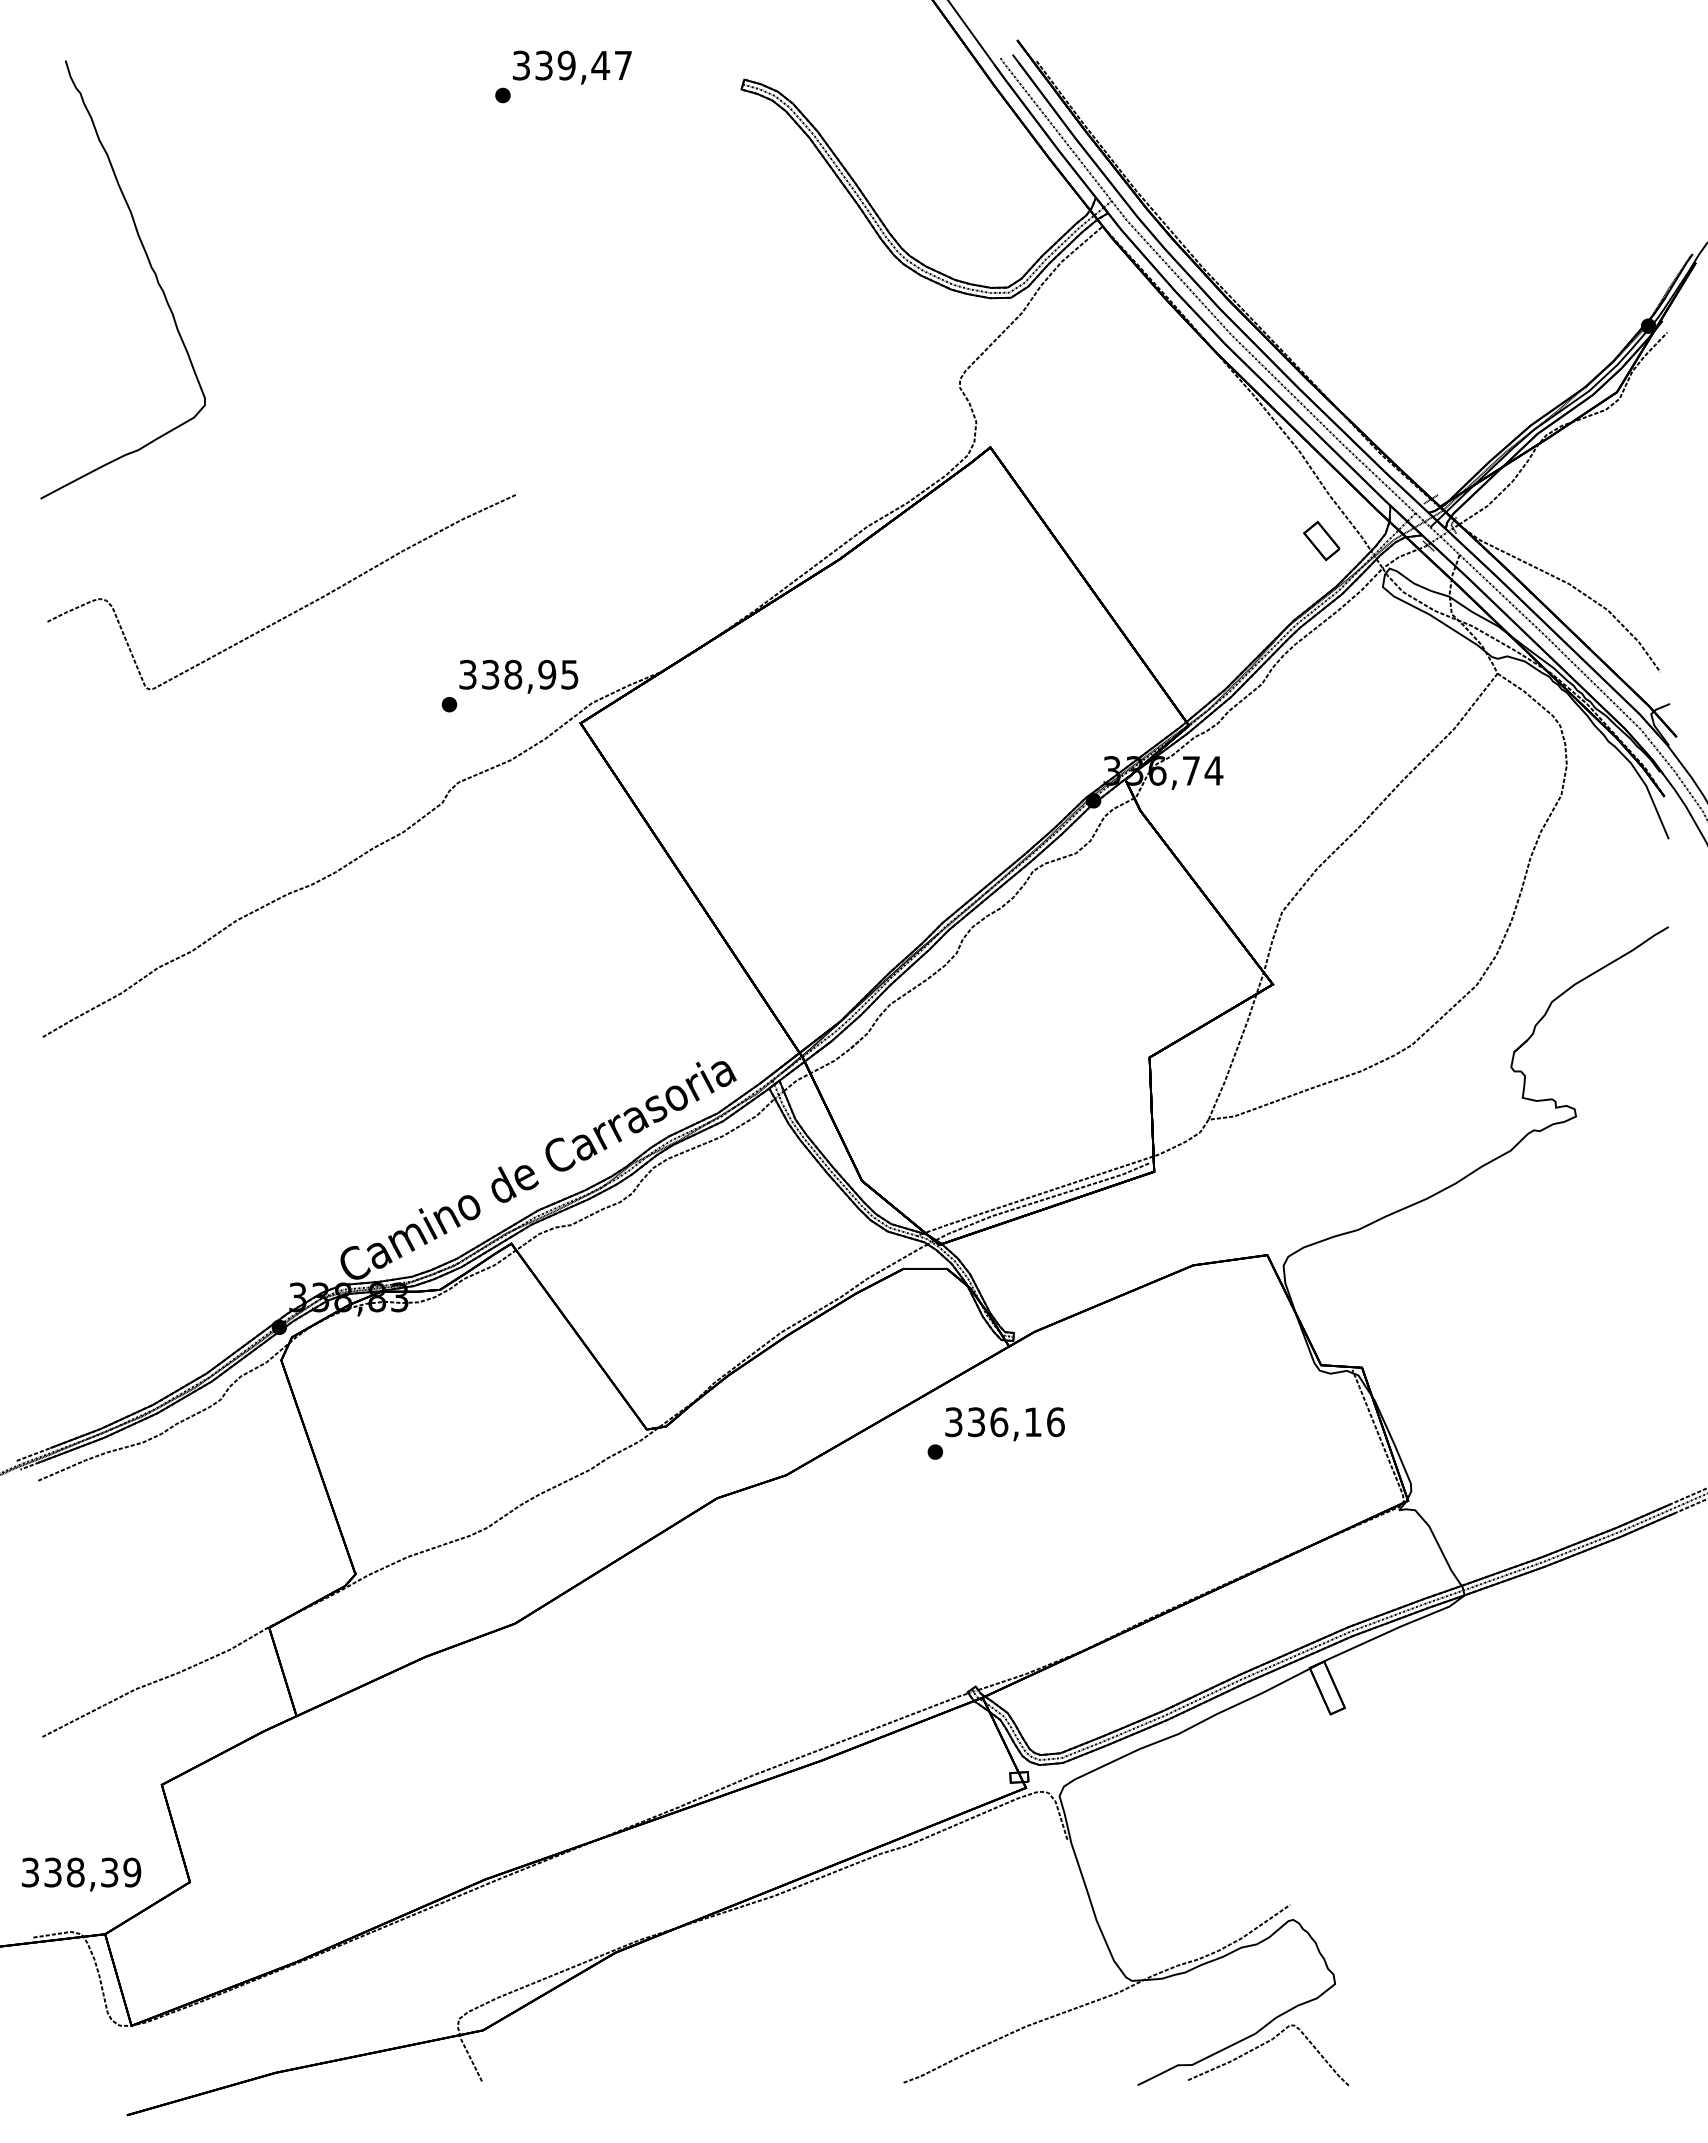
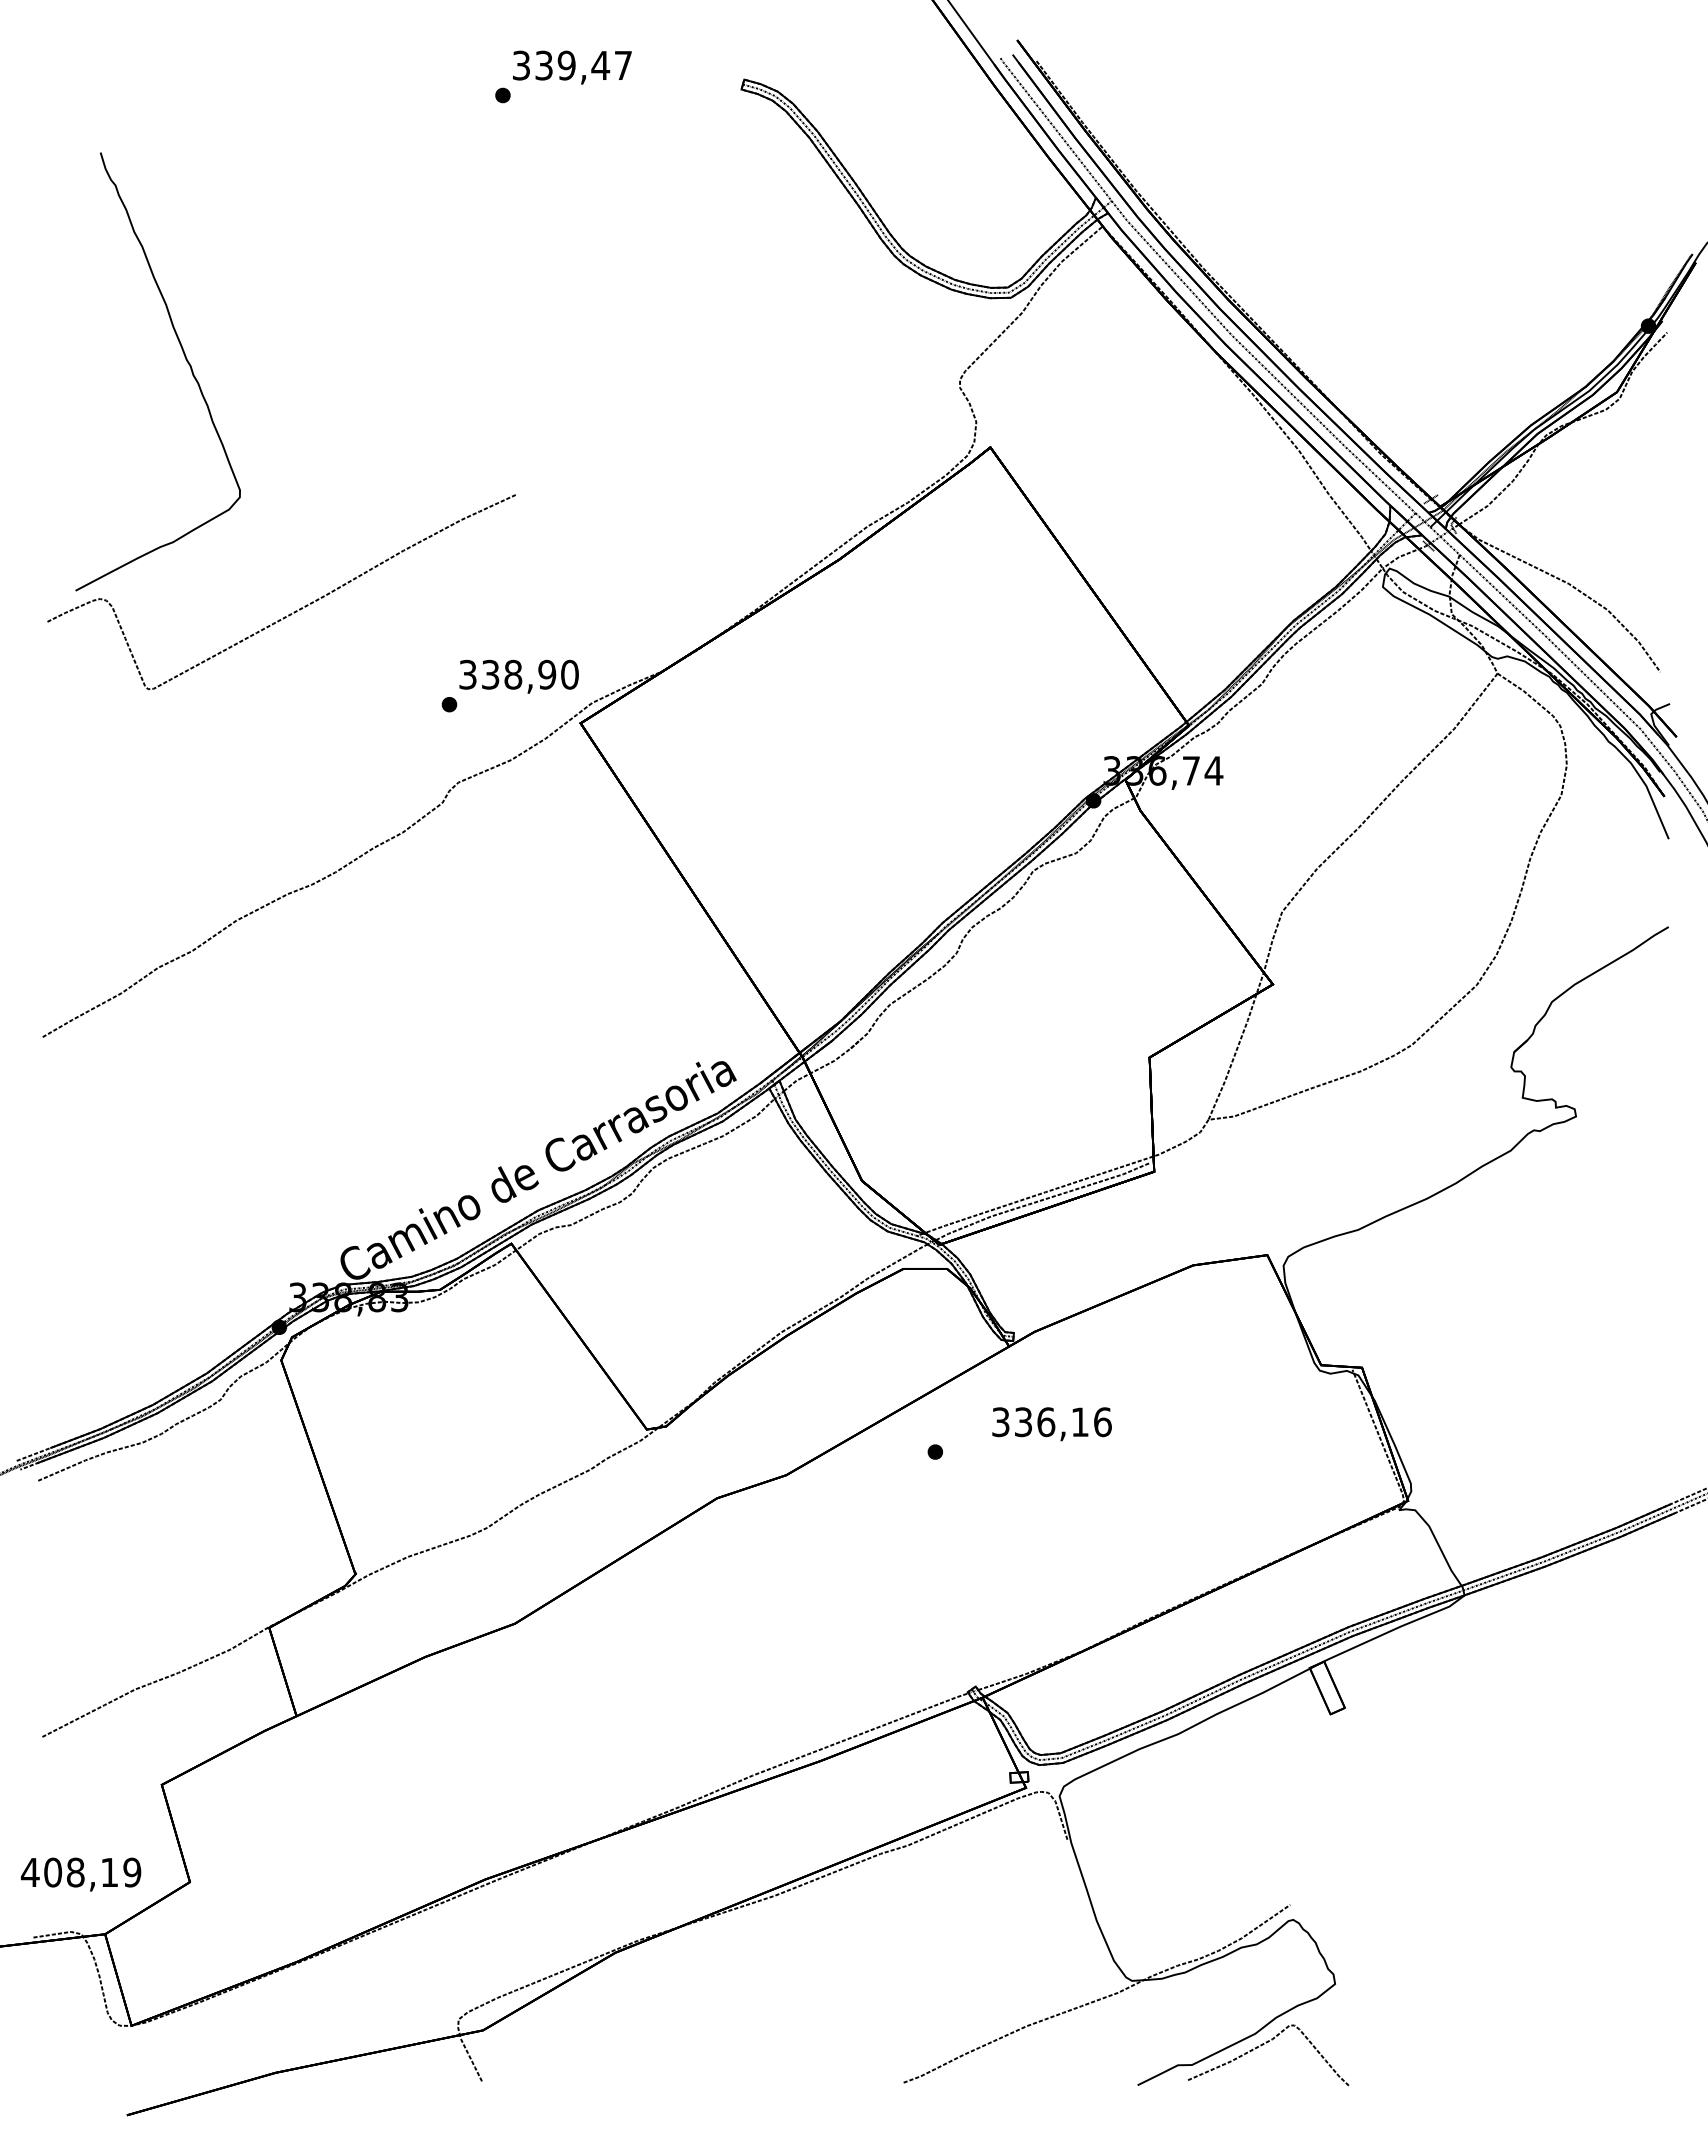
part at (149, 265) position: (149, 265) -> (184, 357)
part at (1321, 540): present -> none
text at (569, 674): 338,95 -> 338,90
text at (1004, 1424) position: (1004, 1424) -> (1051, 1424)
text at (69, 1872): 338,39 -> 408,19
